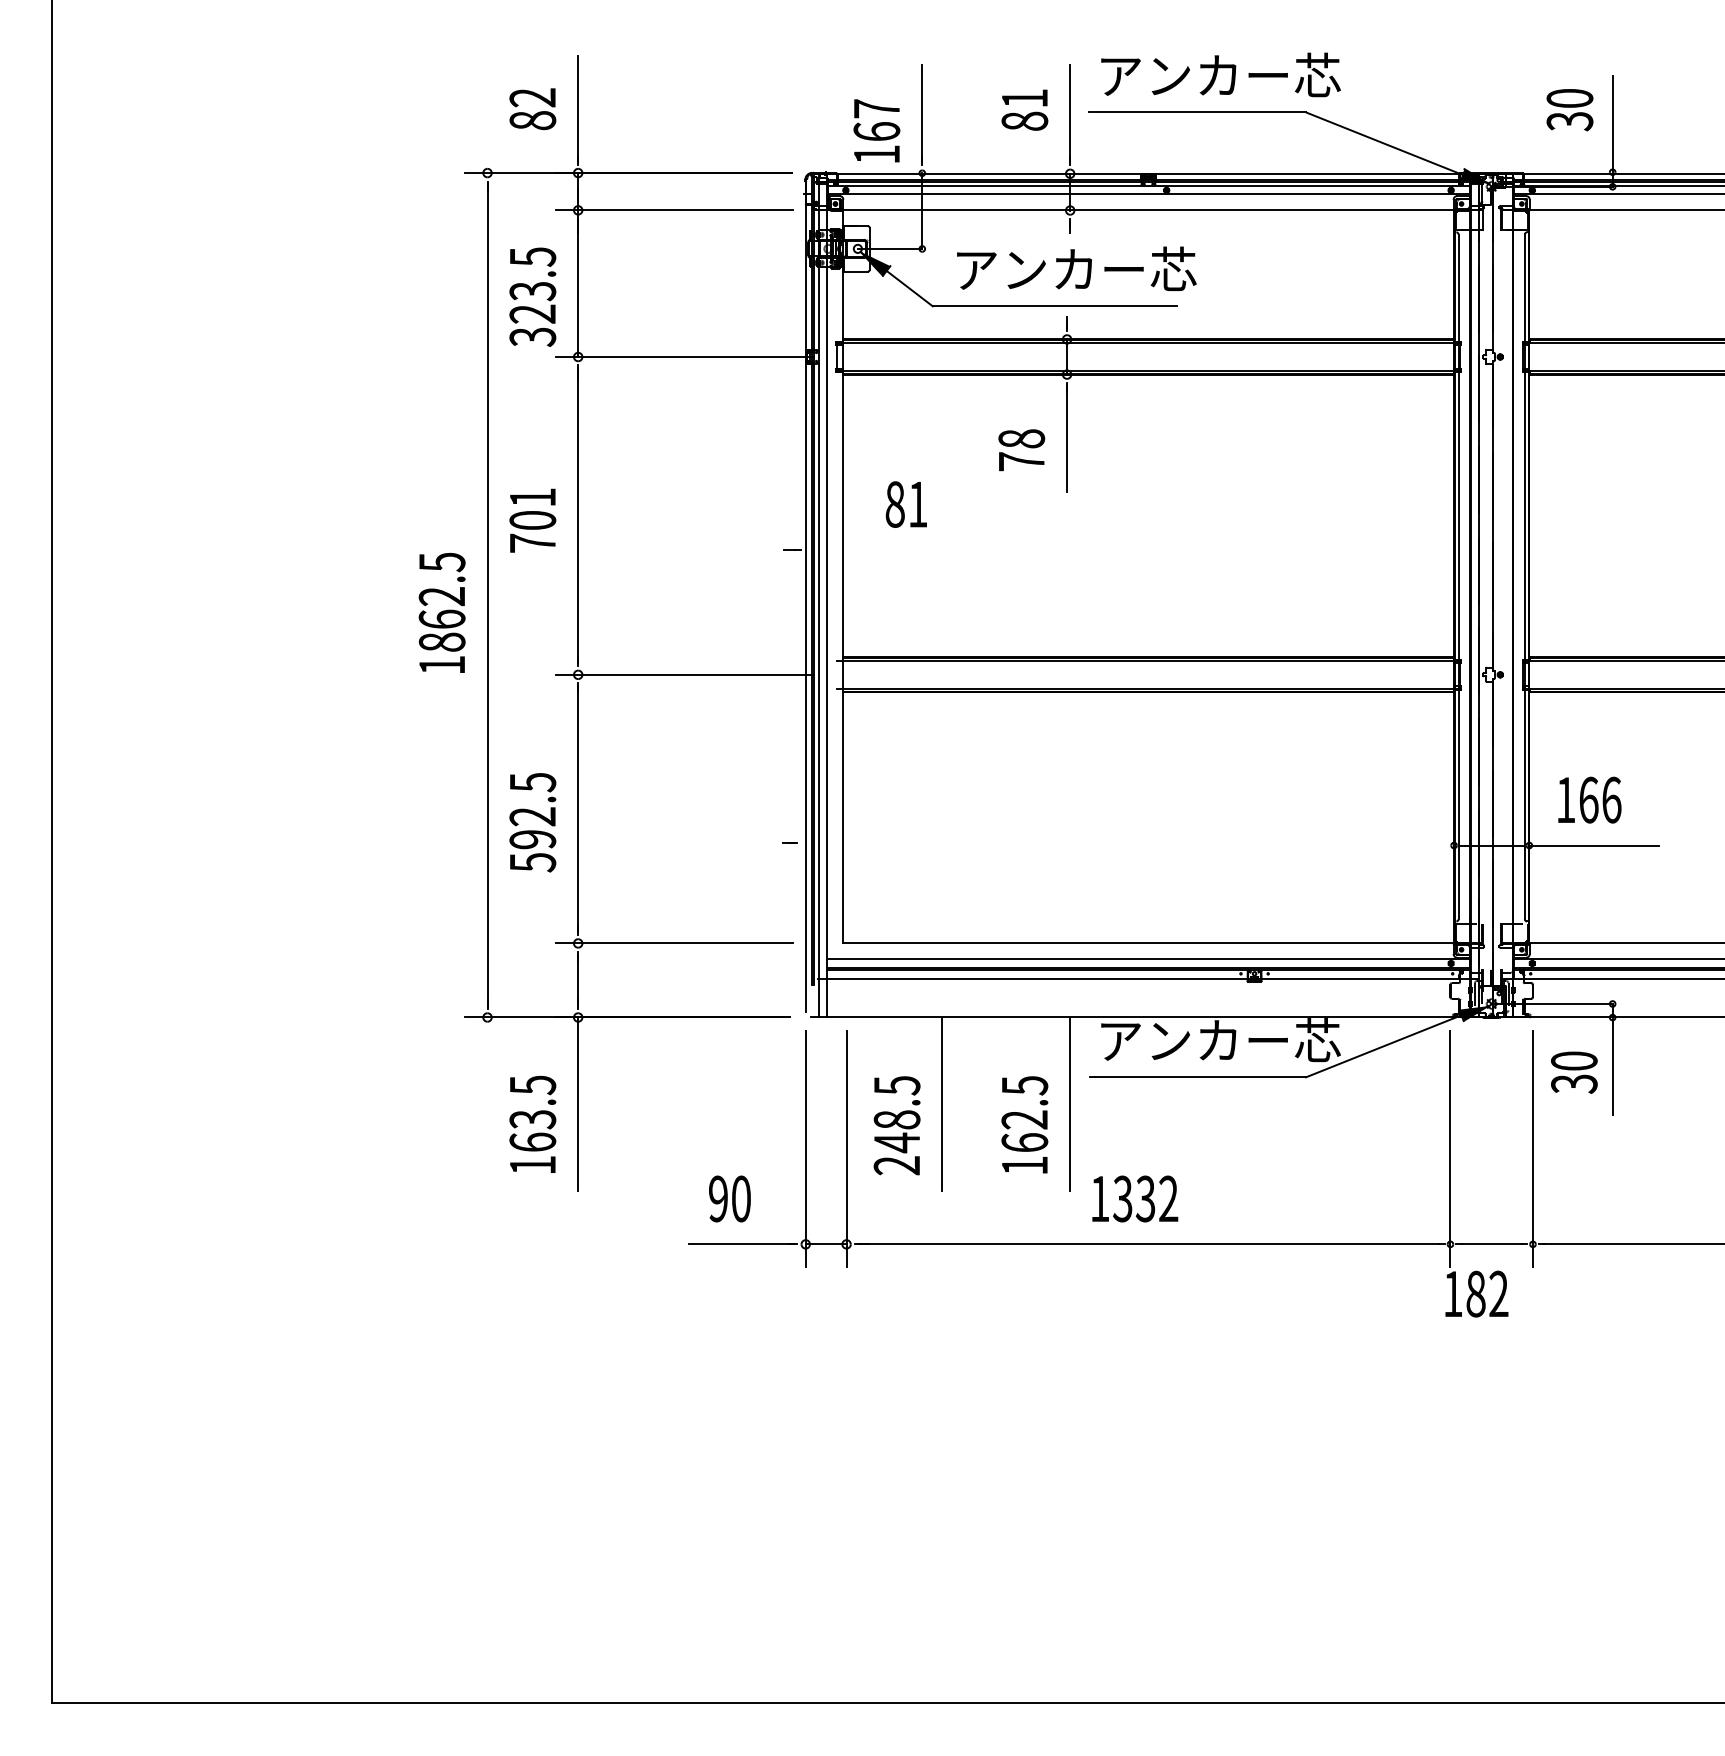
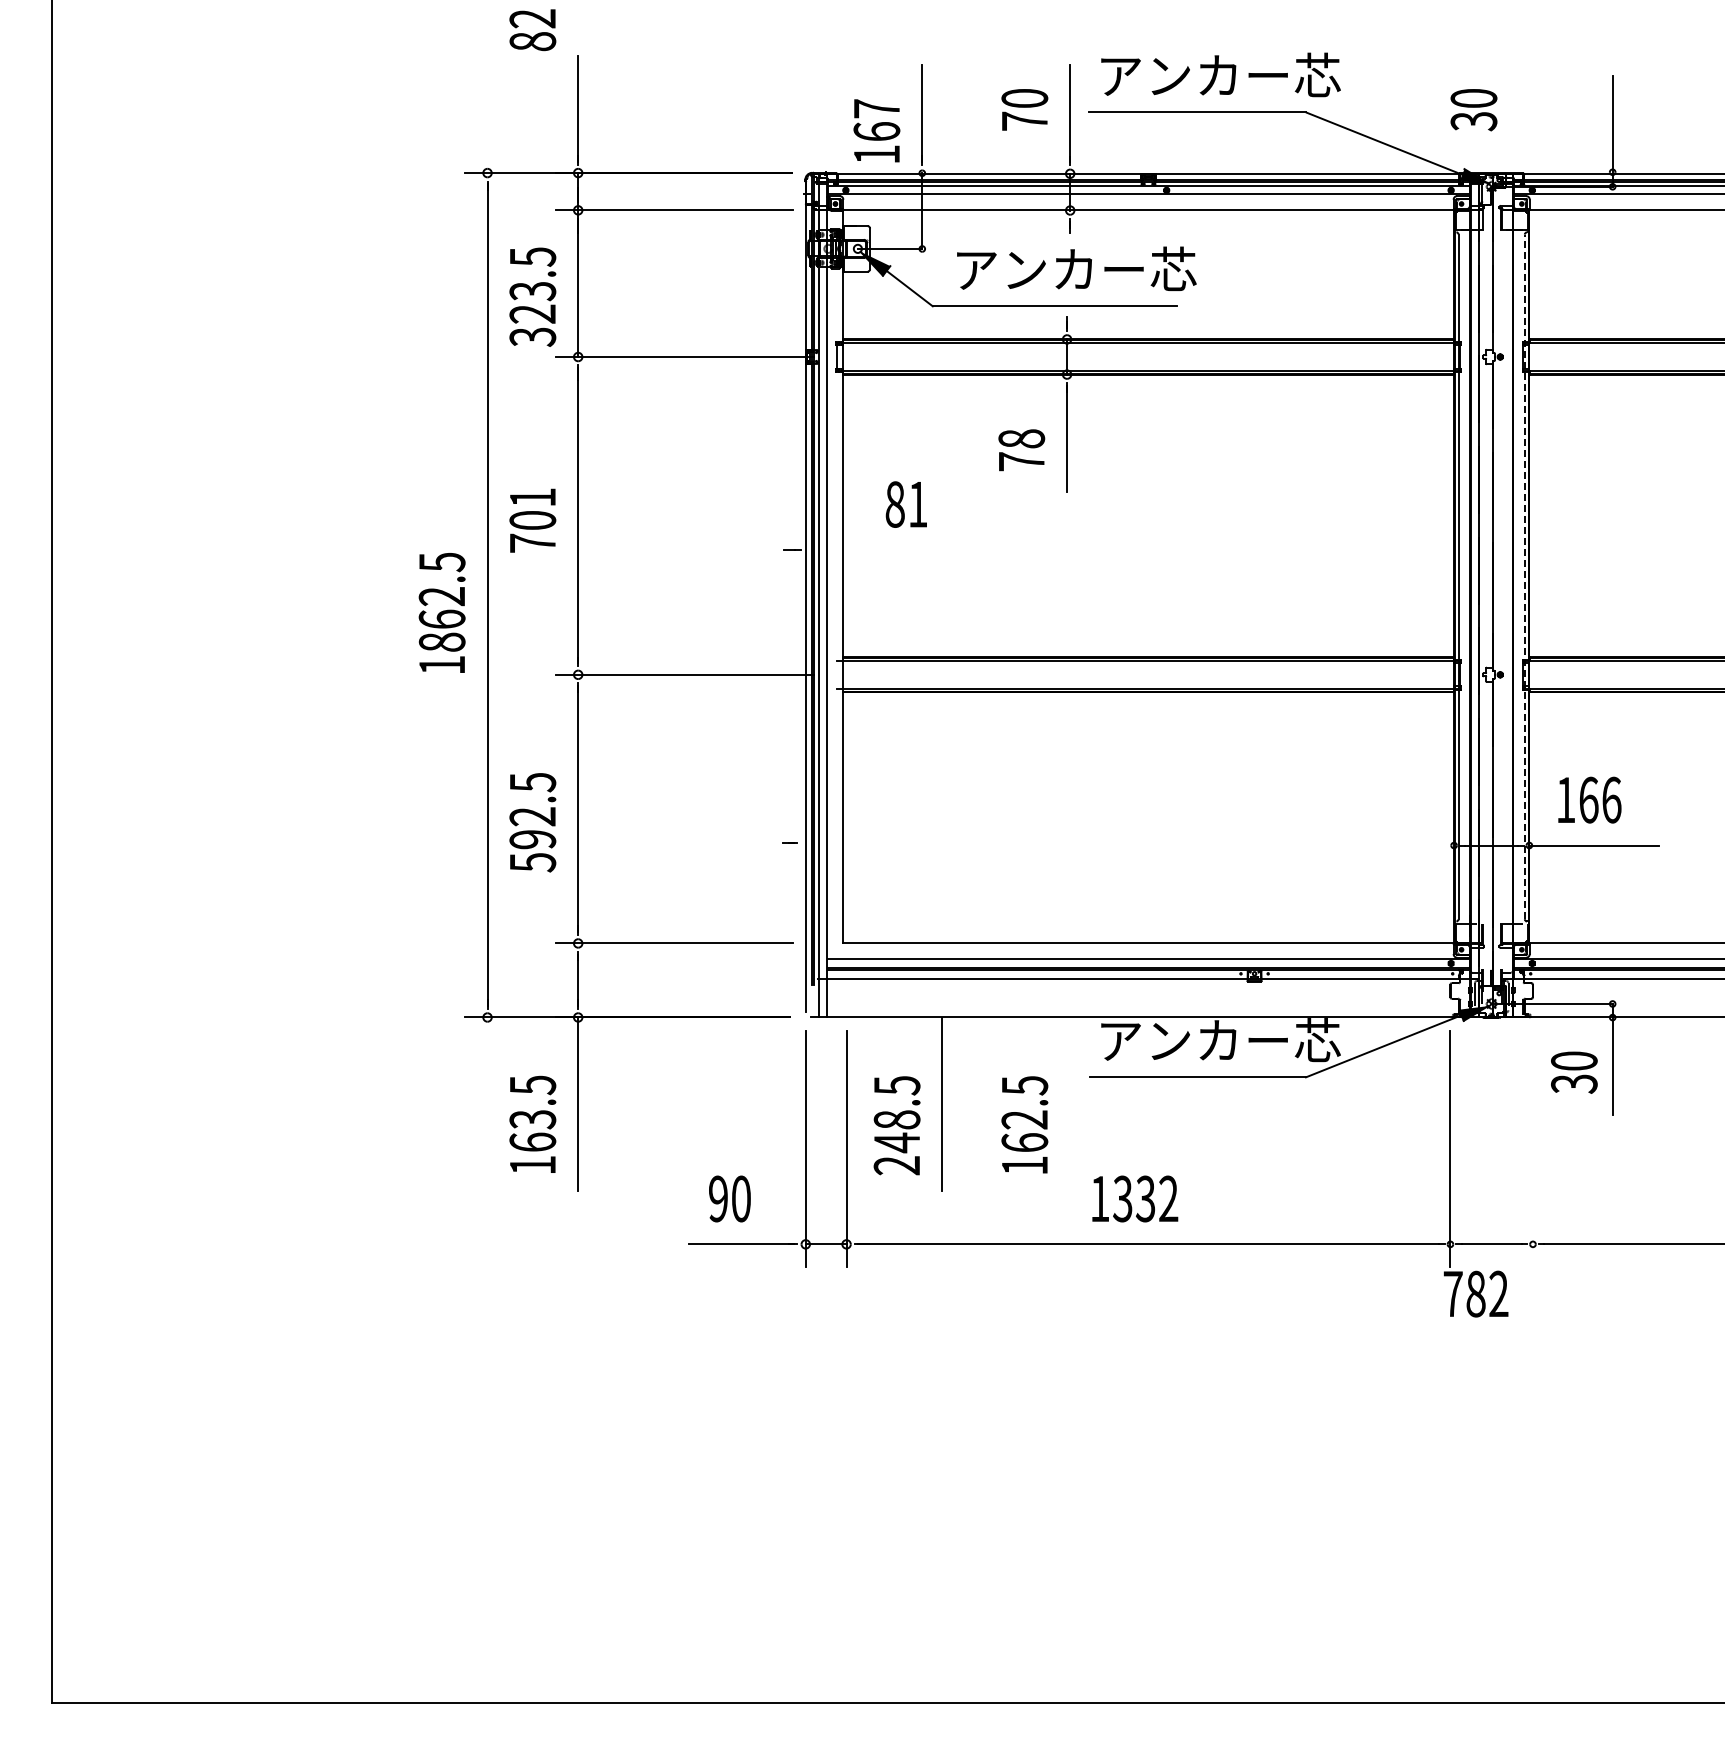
text at (532, 109) position: (532, 109) -> (532, 30)
text at (1024, 109): 81 -> 70
text at (1569, 110) position: (1569, 110) -> (1473, 110)
line at (1524, 576): solid -> dashed
line at (1070, 1104): present -> none
line at (1532, 1149): present -> none
text at (1452, 1293): 182 -> 782
